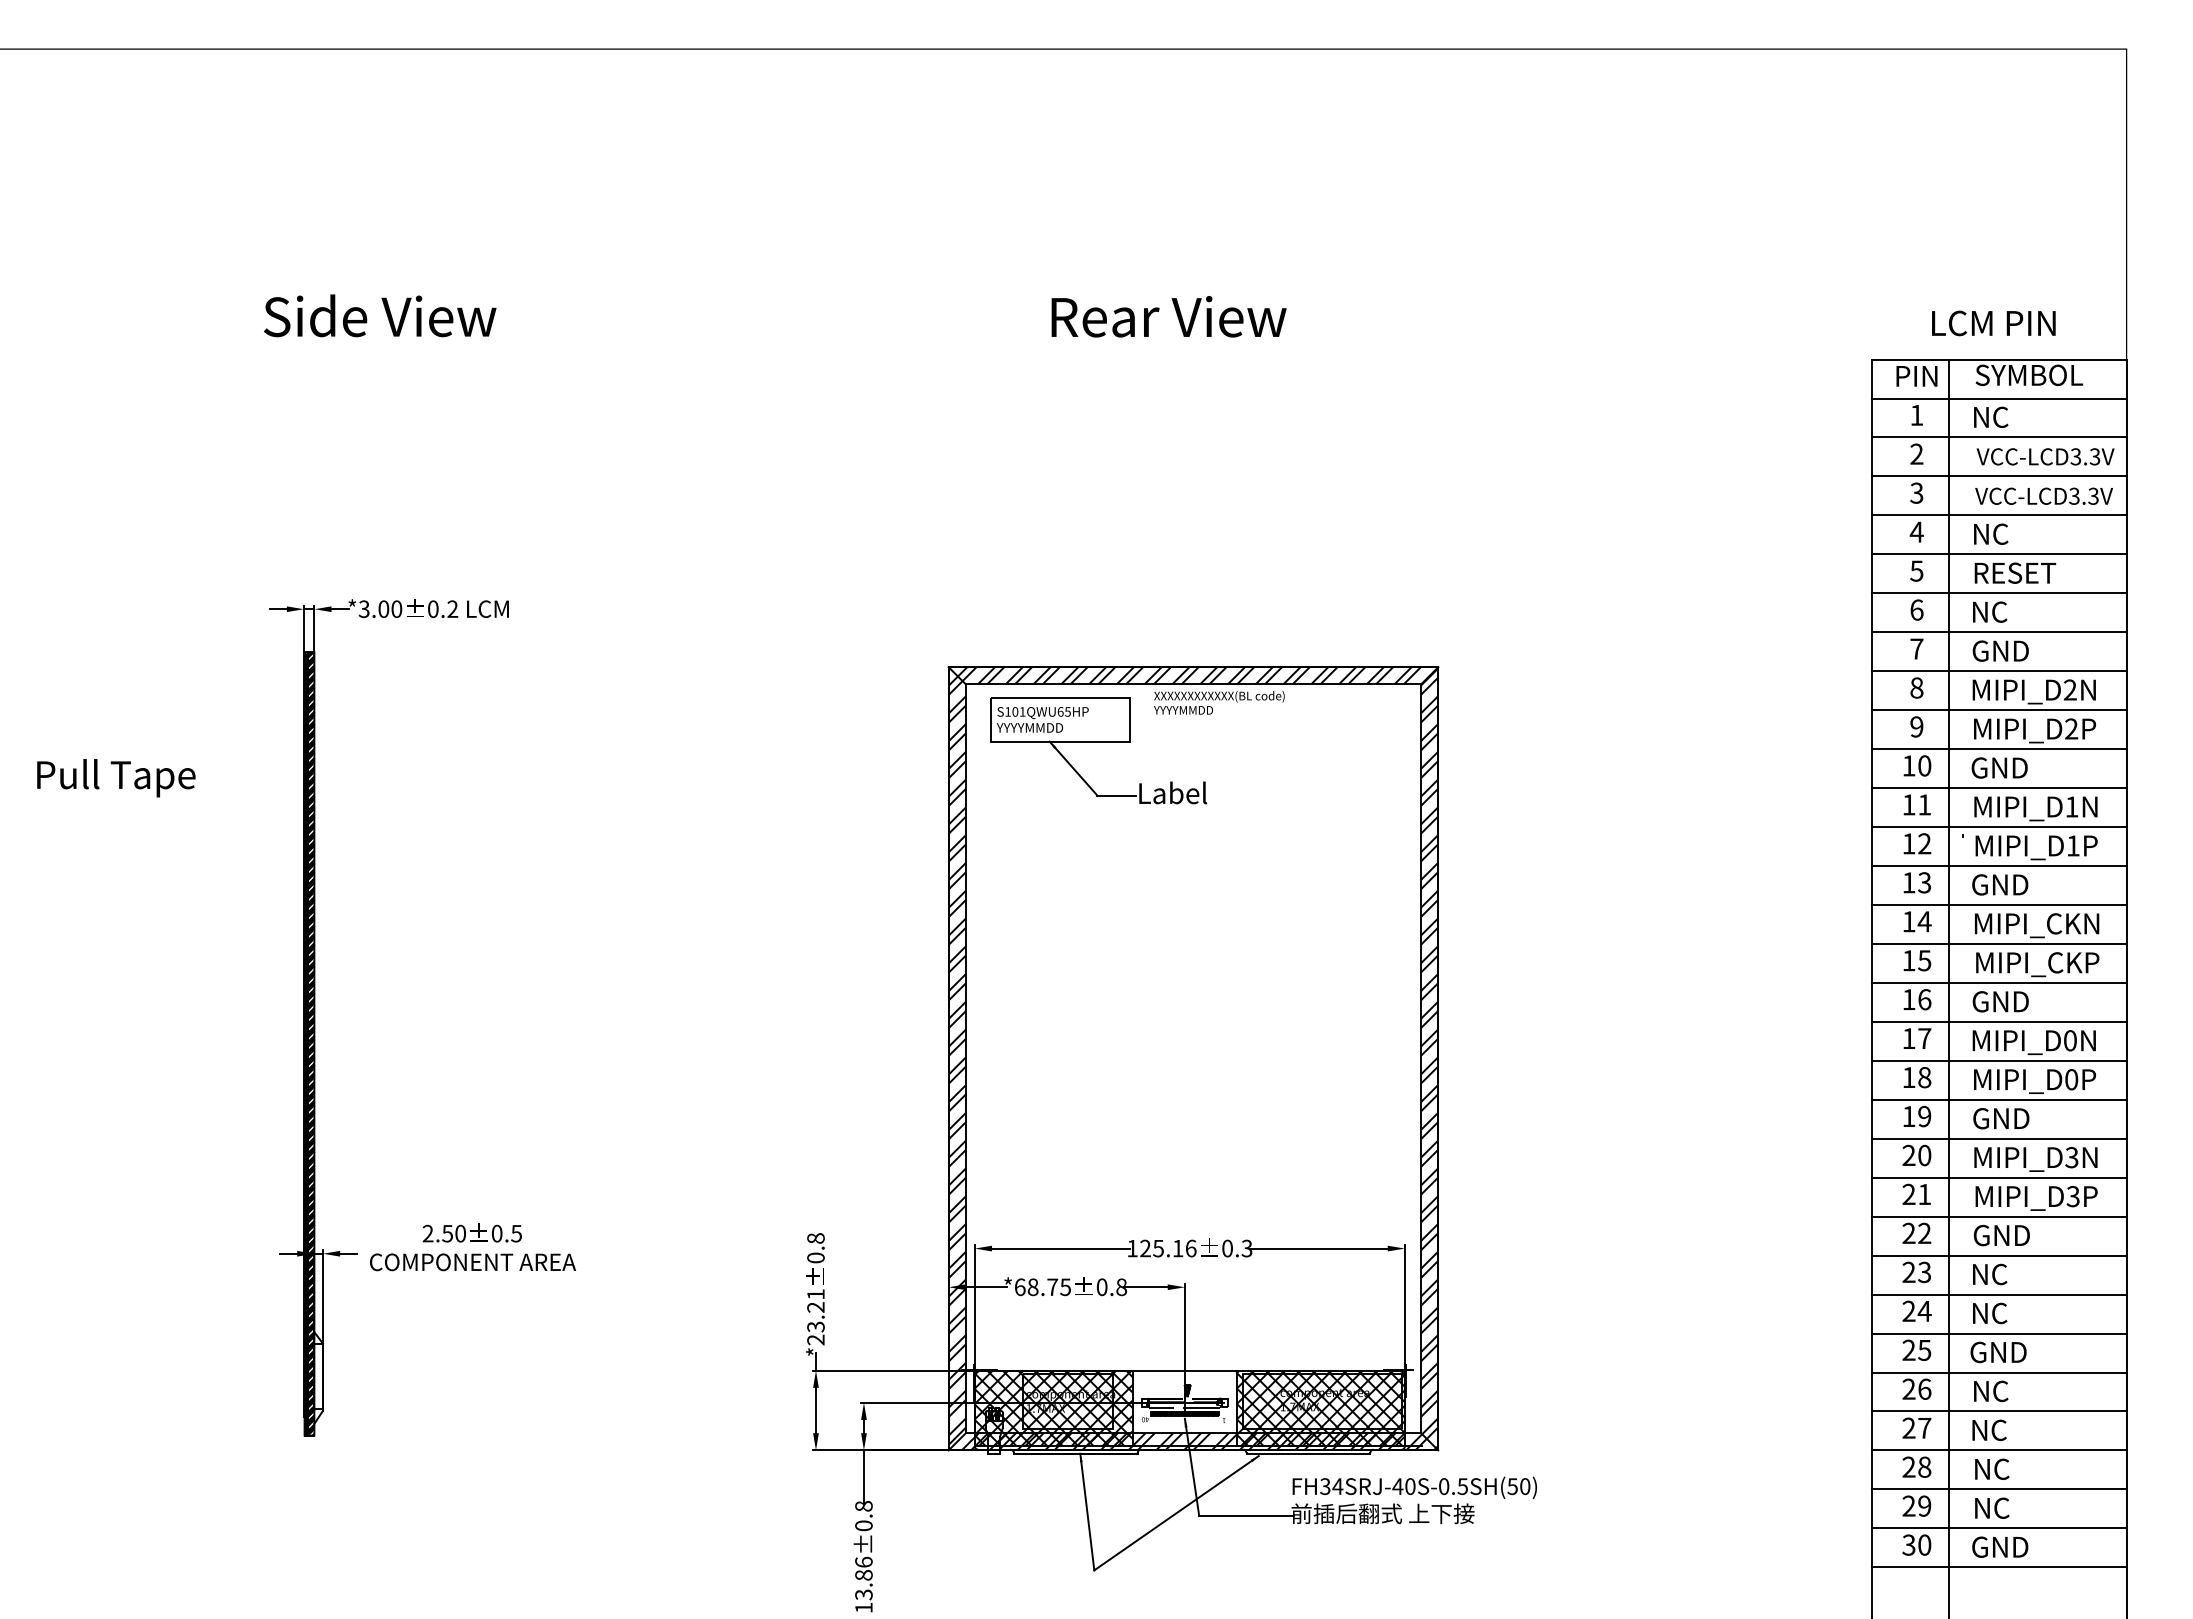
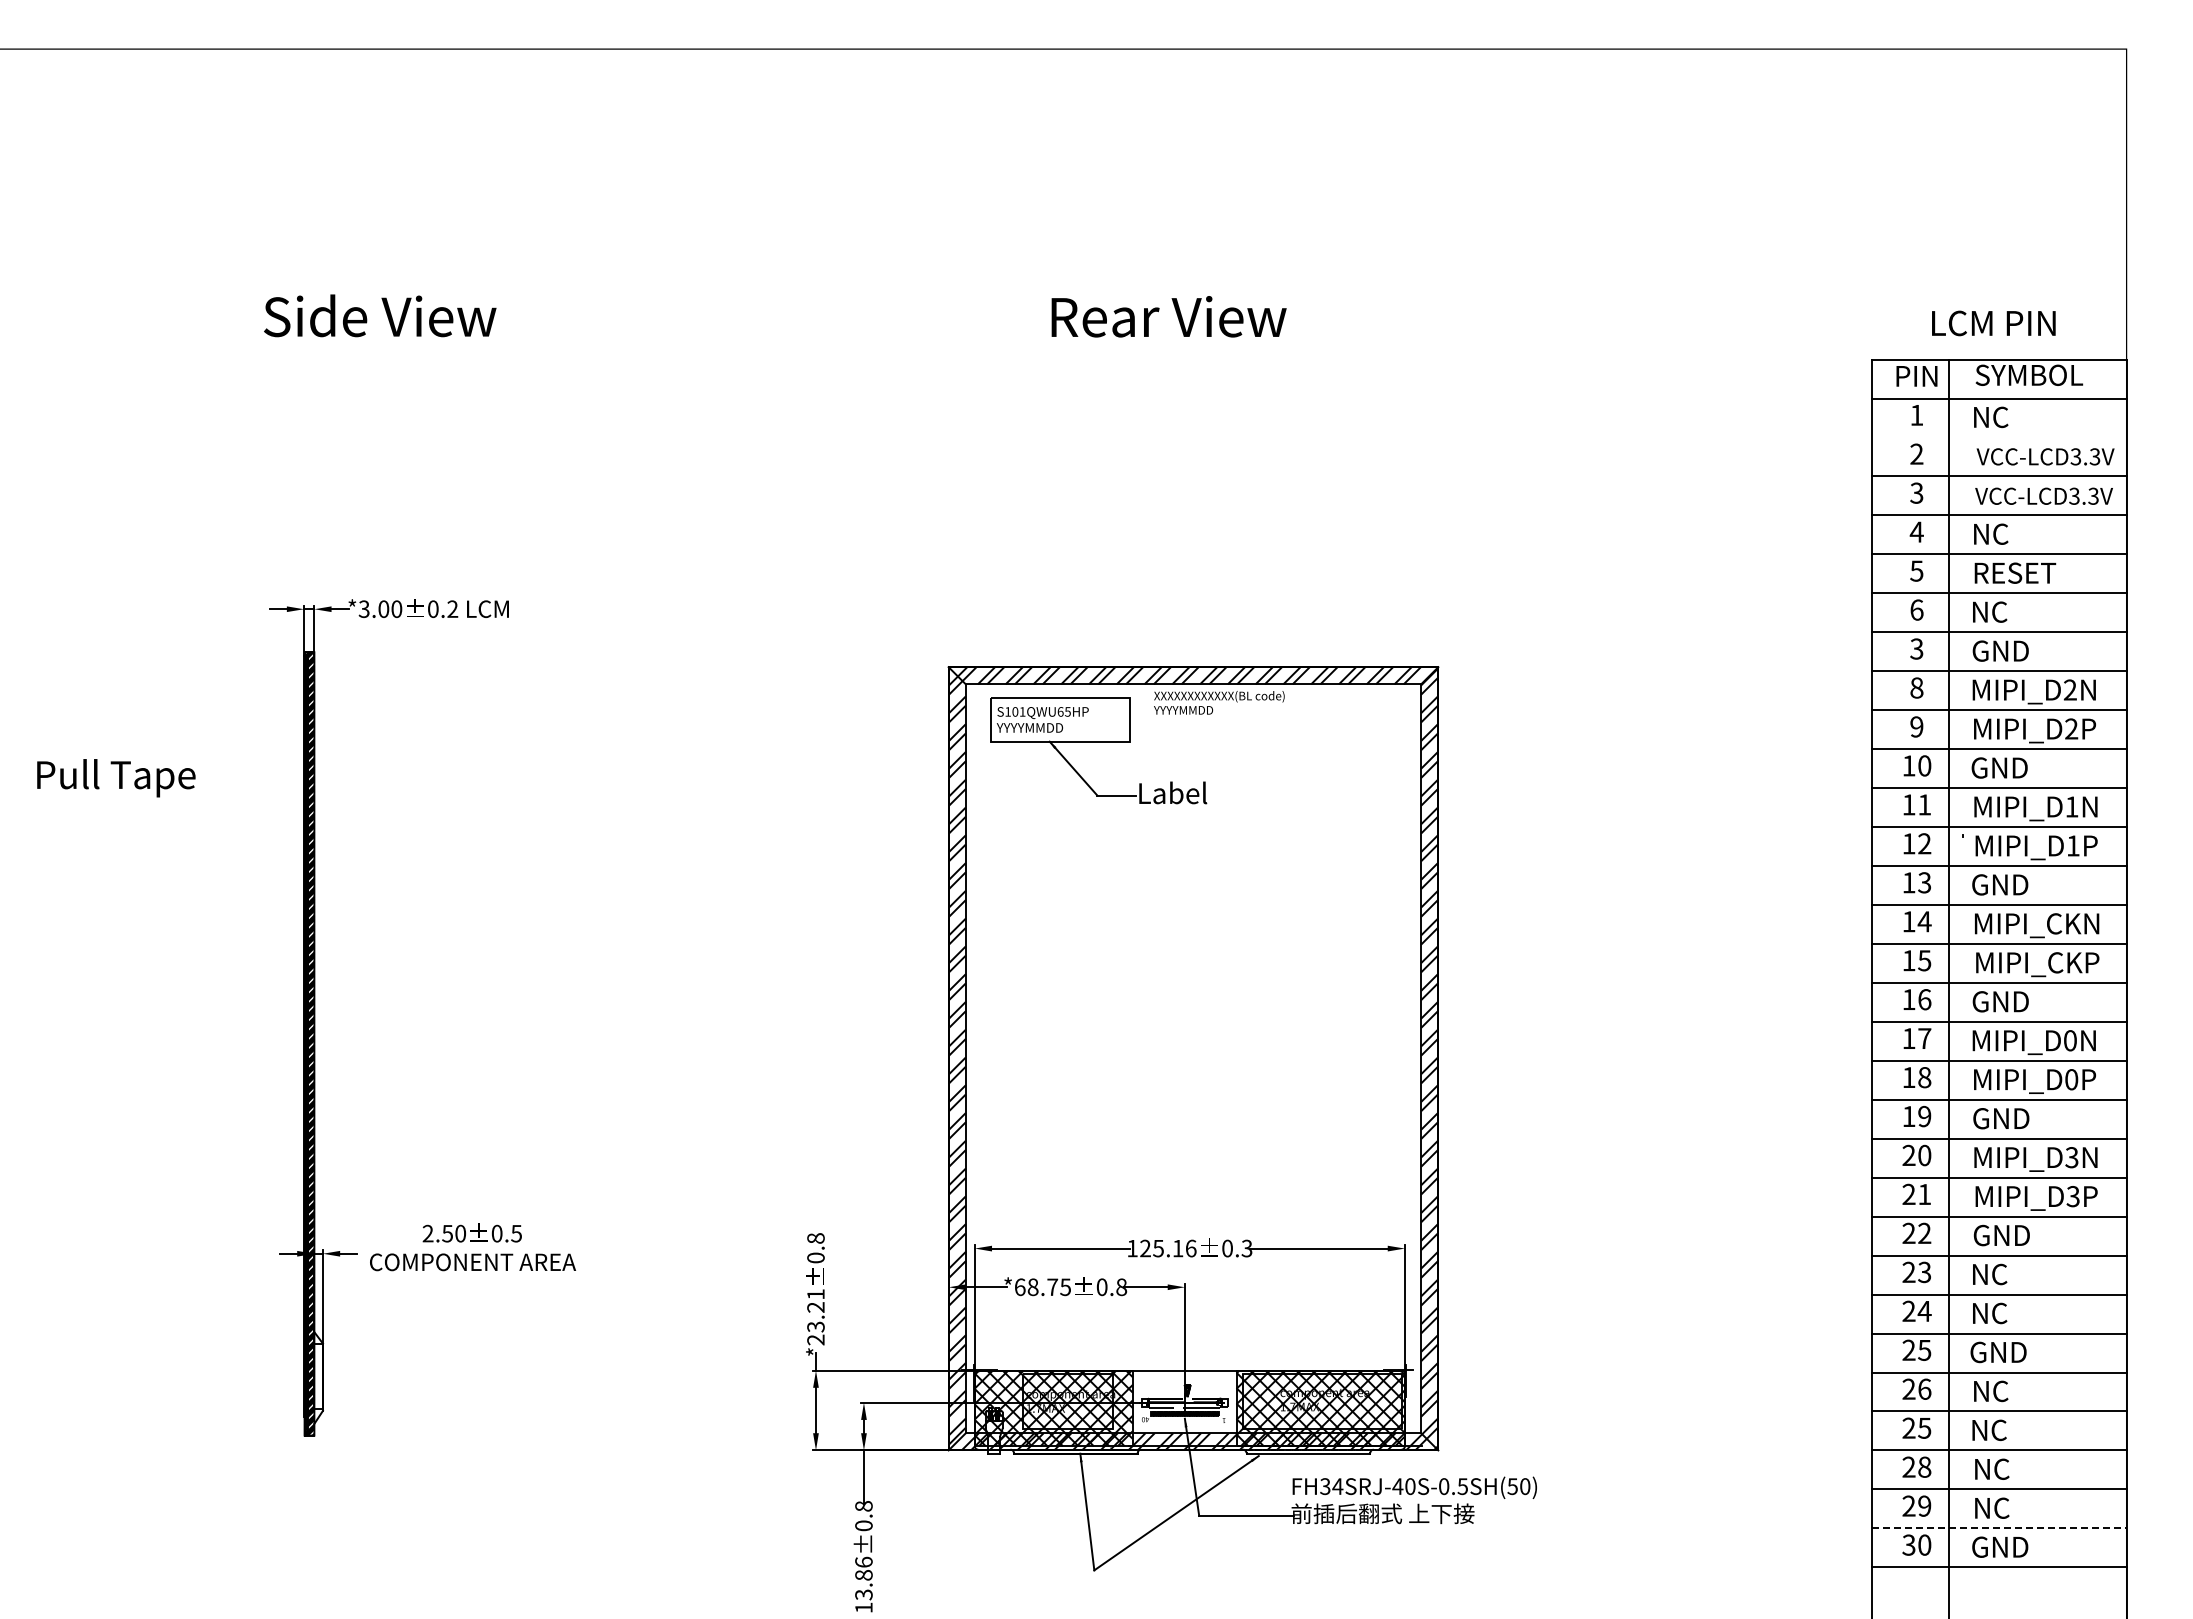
line at (1999, 437): present -> none
text at (1916, 648): 7 -> 3
text at (1924, 1428): 27 -> 25
line at (2000, 1528): solid -> dashed
